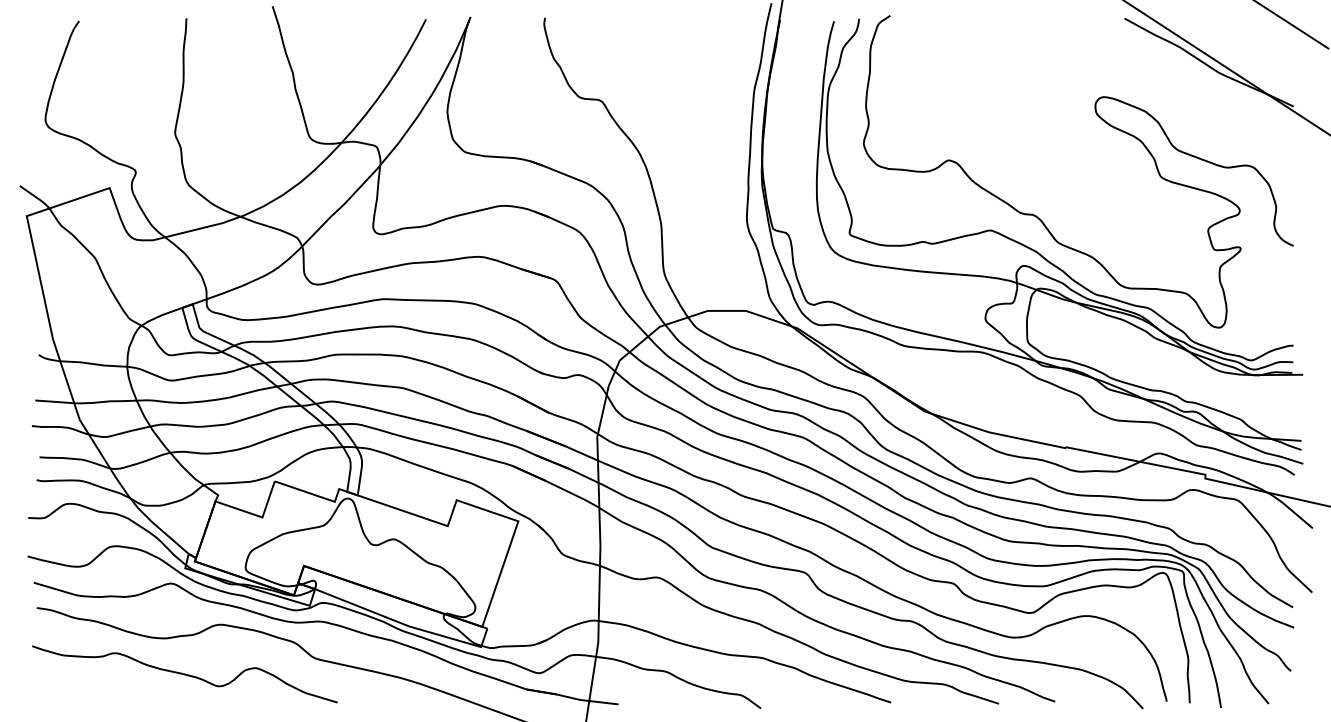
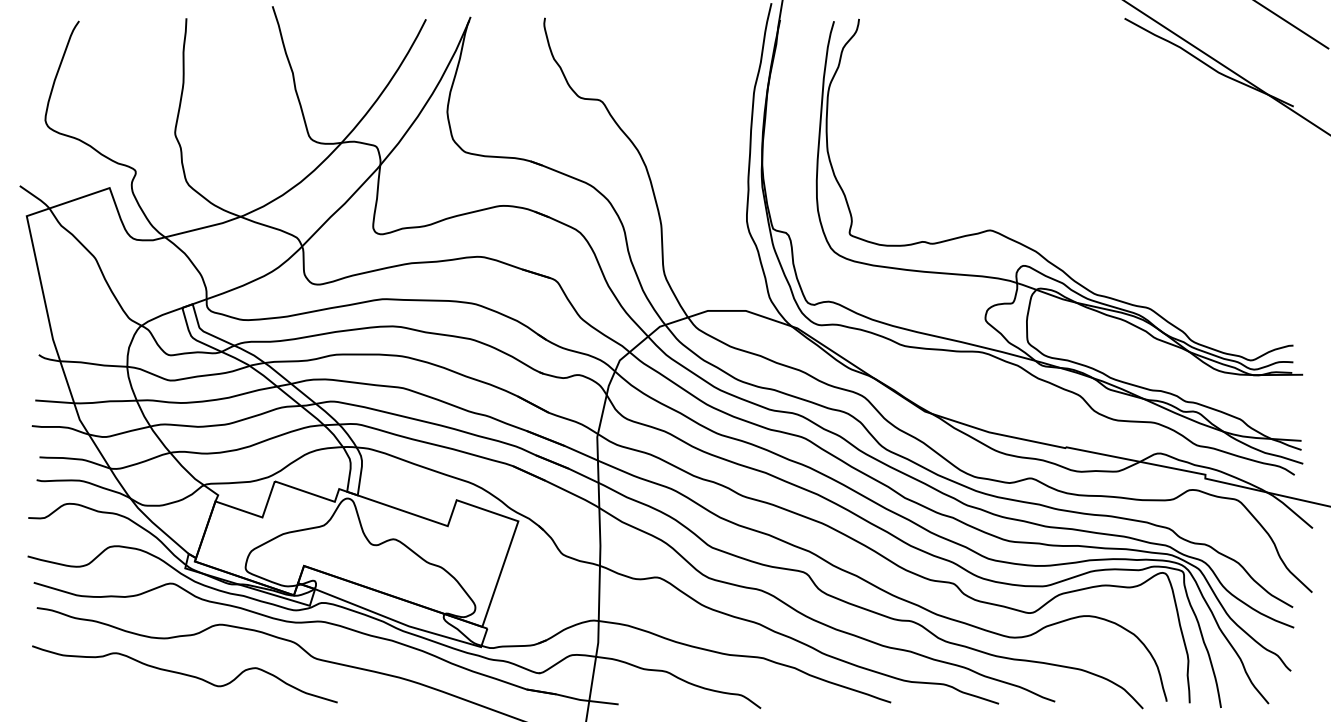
curve at (1108, 125): present -> none
